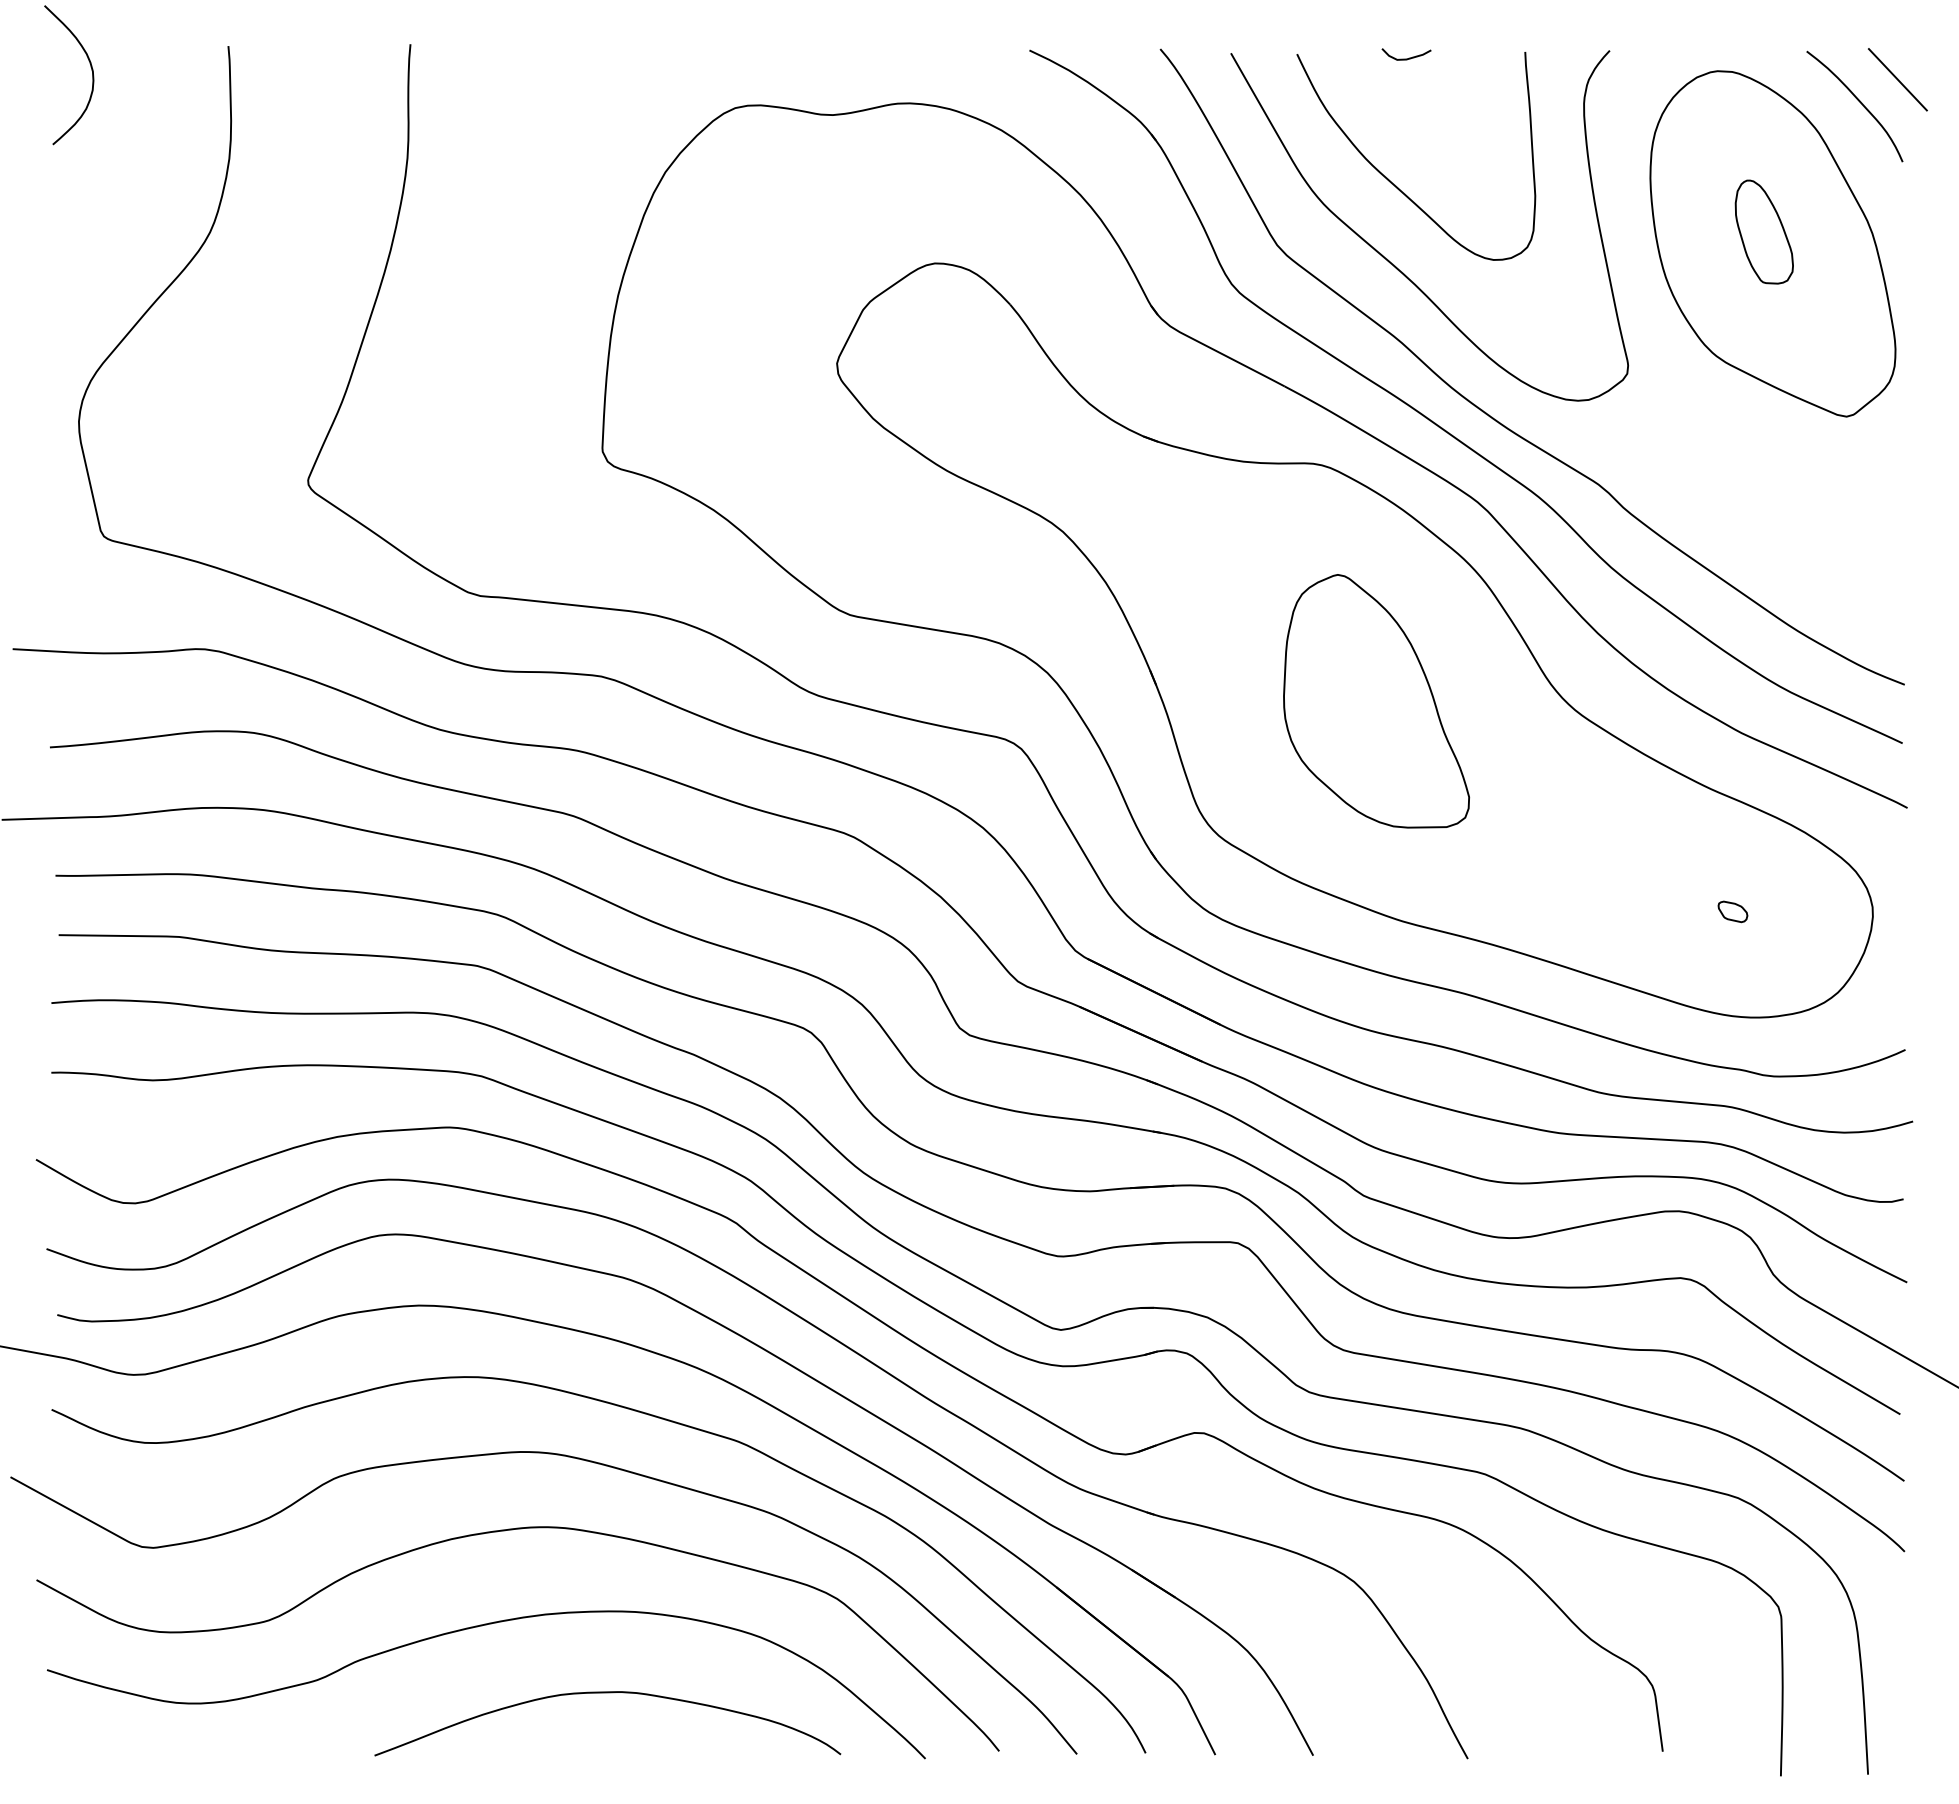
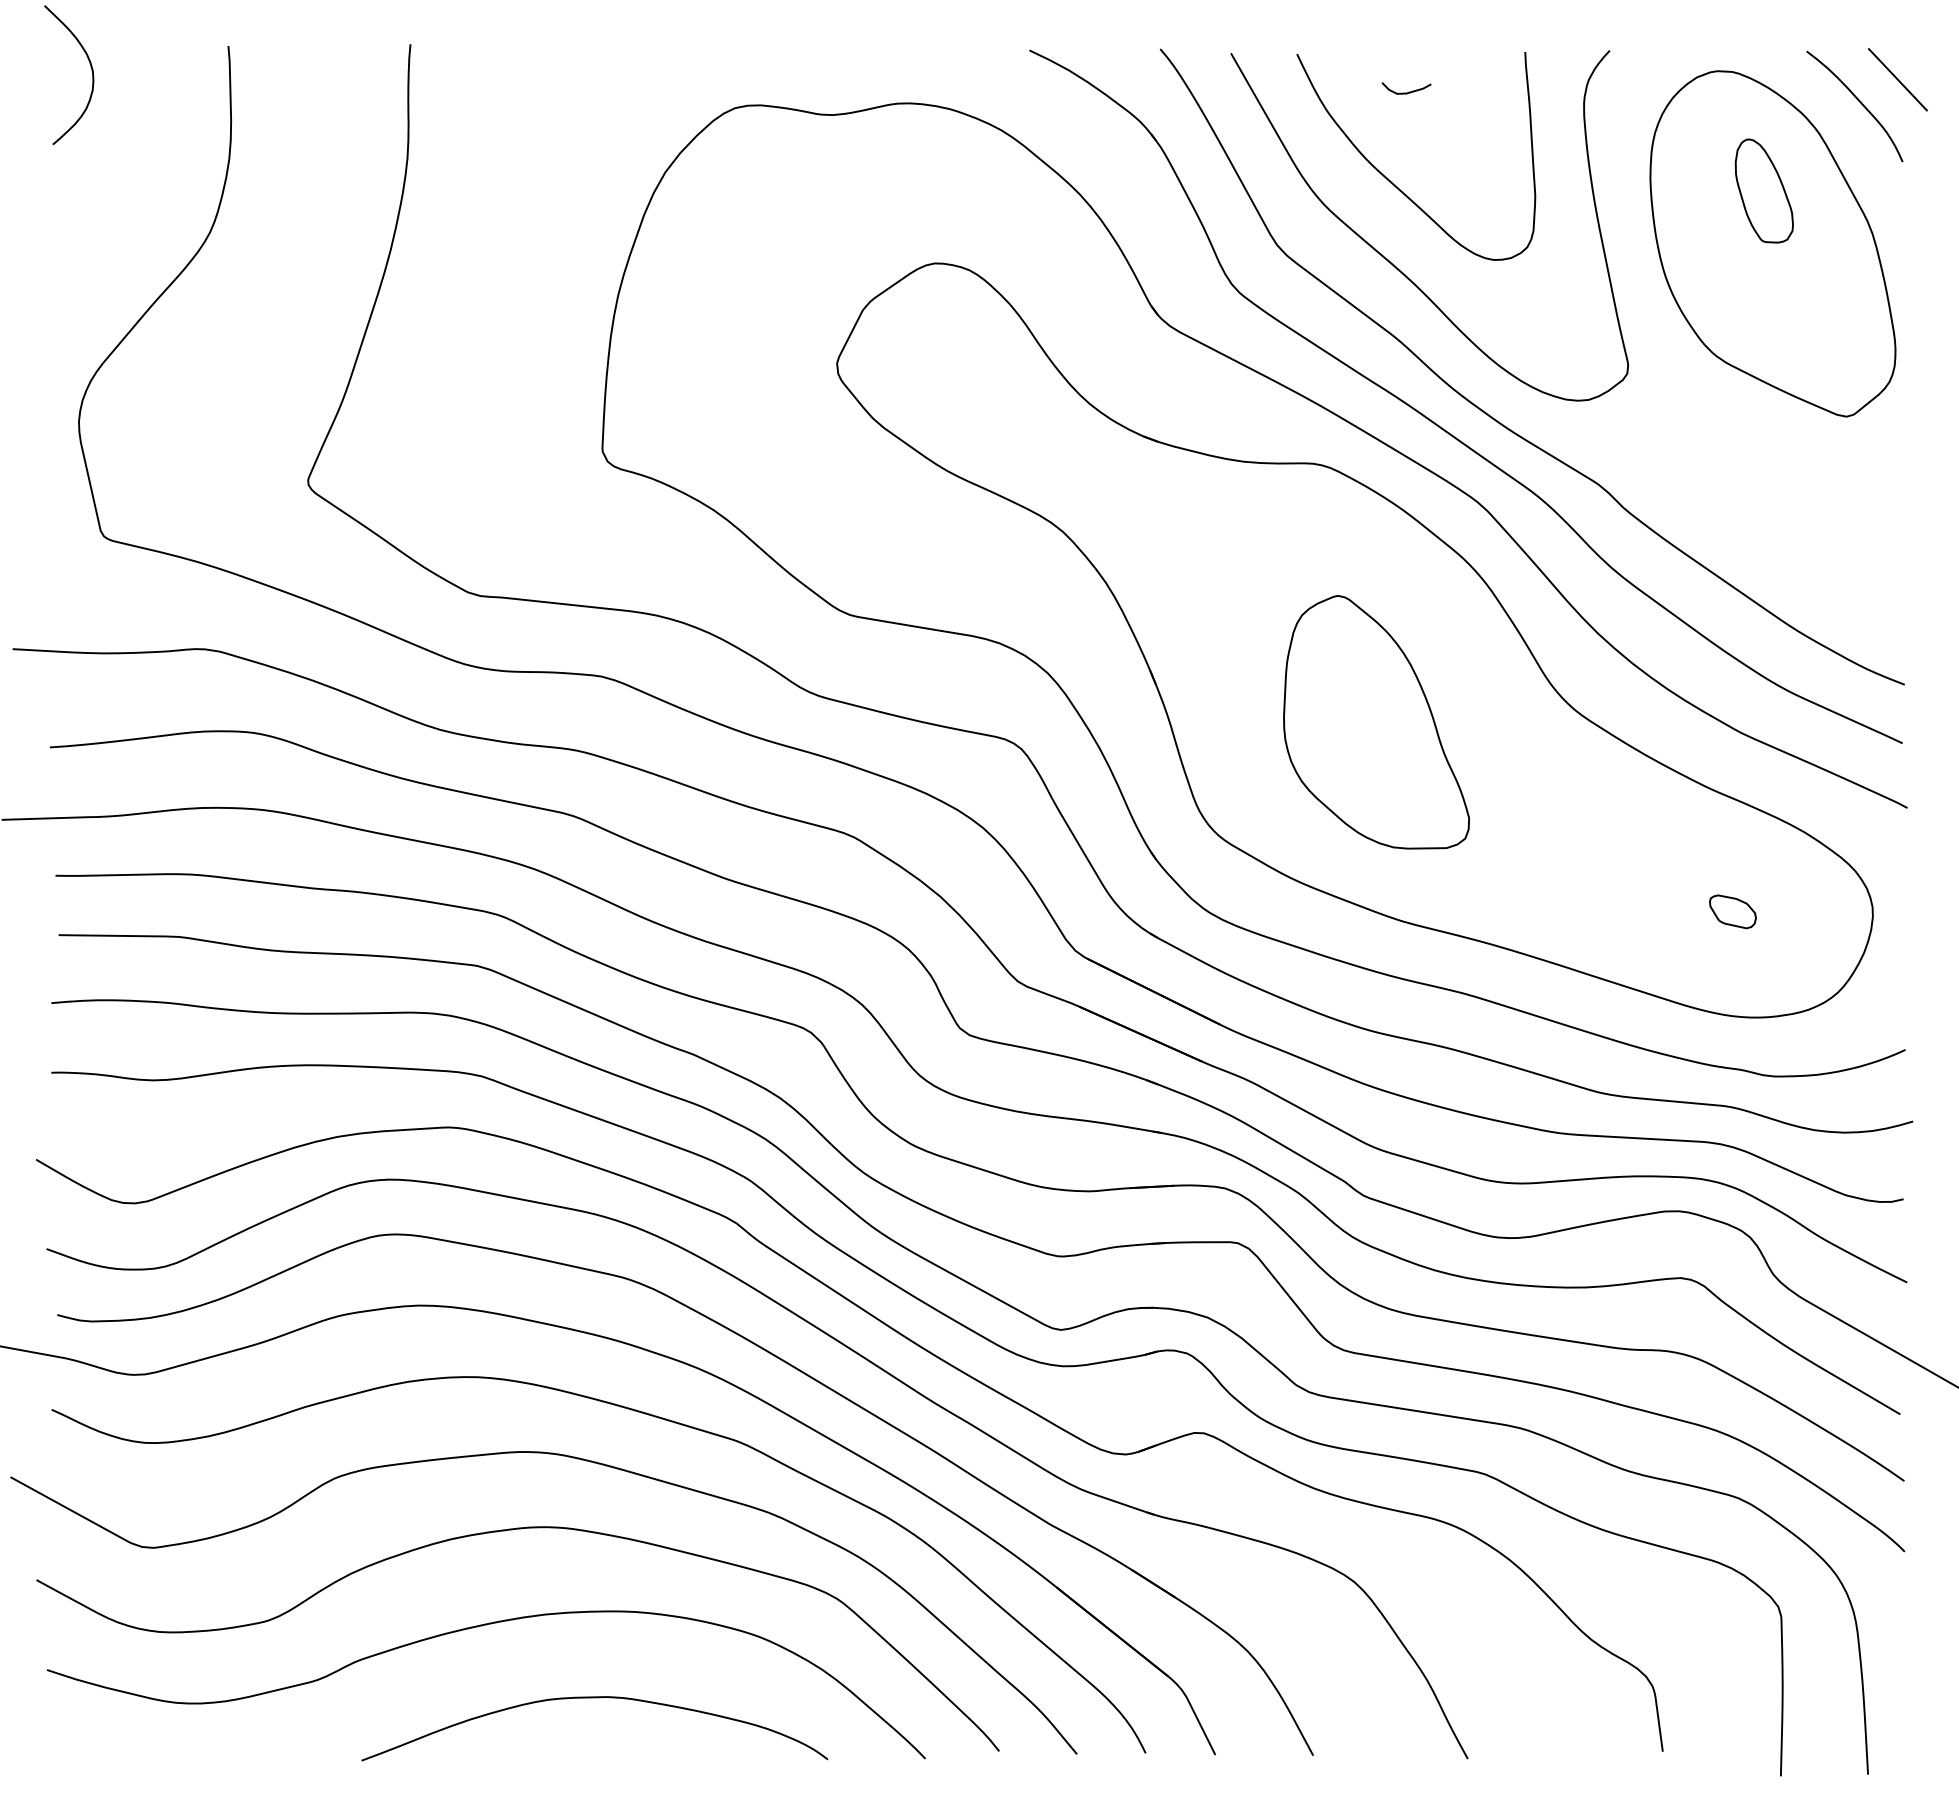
curve at (1406, 58) position: (1406, 58) -> (1406, 92)
part at (1763, 231) position: (1763, 231) -> (1763, 190)
part at (1376, 701) position: (1376, 701) -> (1376, 722)
part at (1732, 911) size: 32x24 px -> 48x36 px
curve at (607, 1693) position: (607, 1693) -> (594, 1698)
